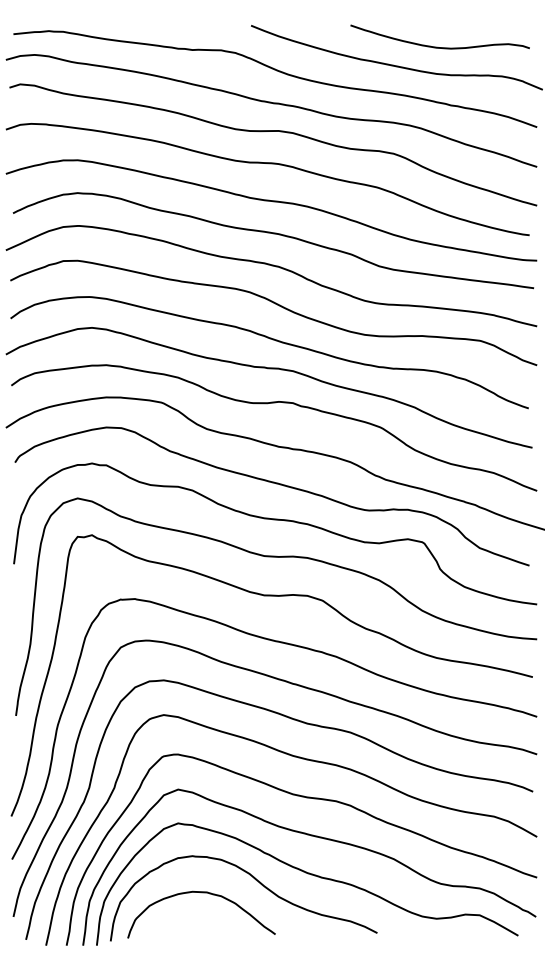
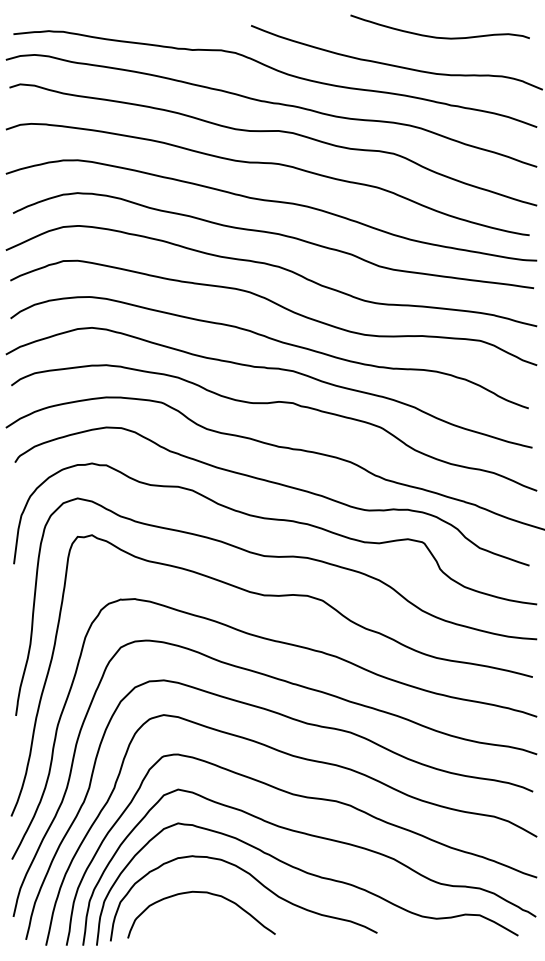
curve at (437, 46) position: (437, 46) -> (437, 36)
